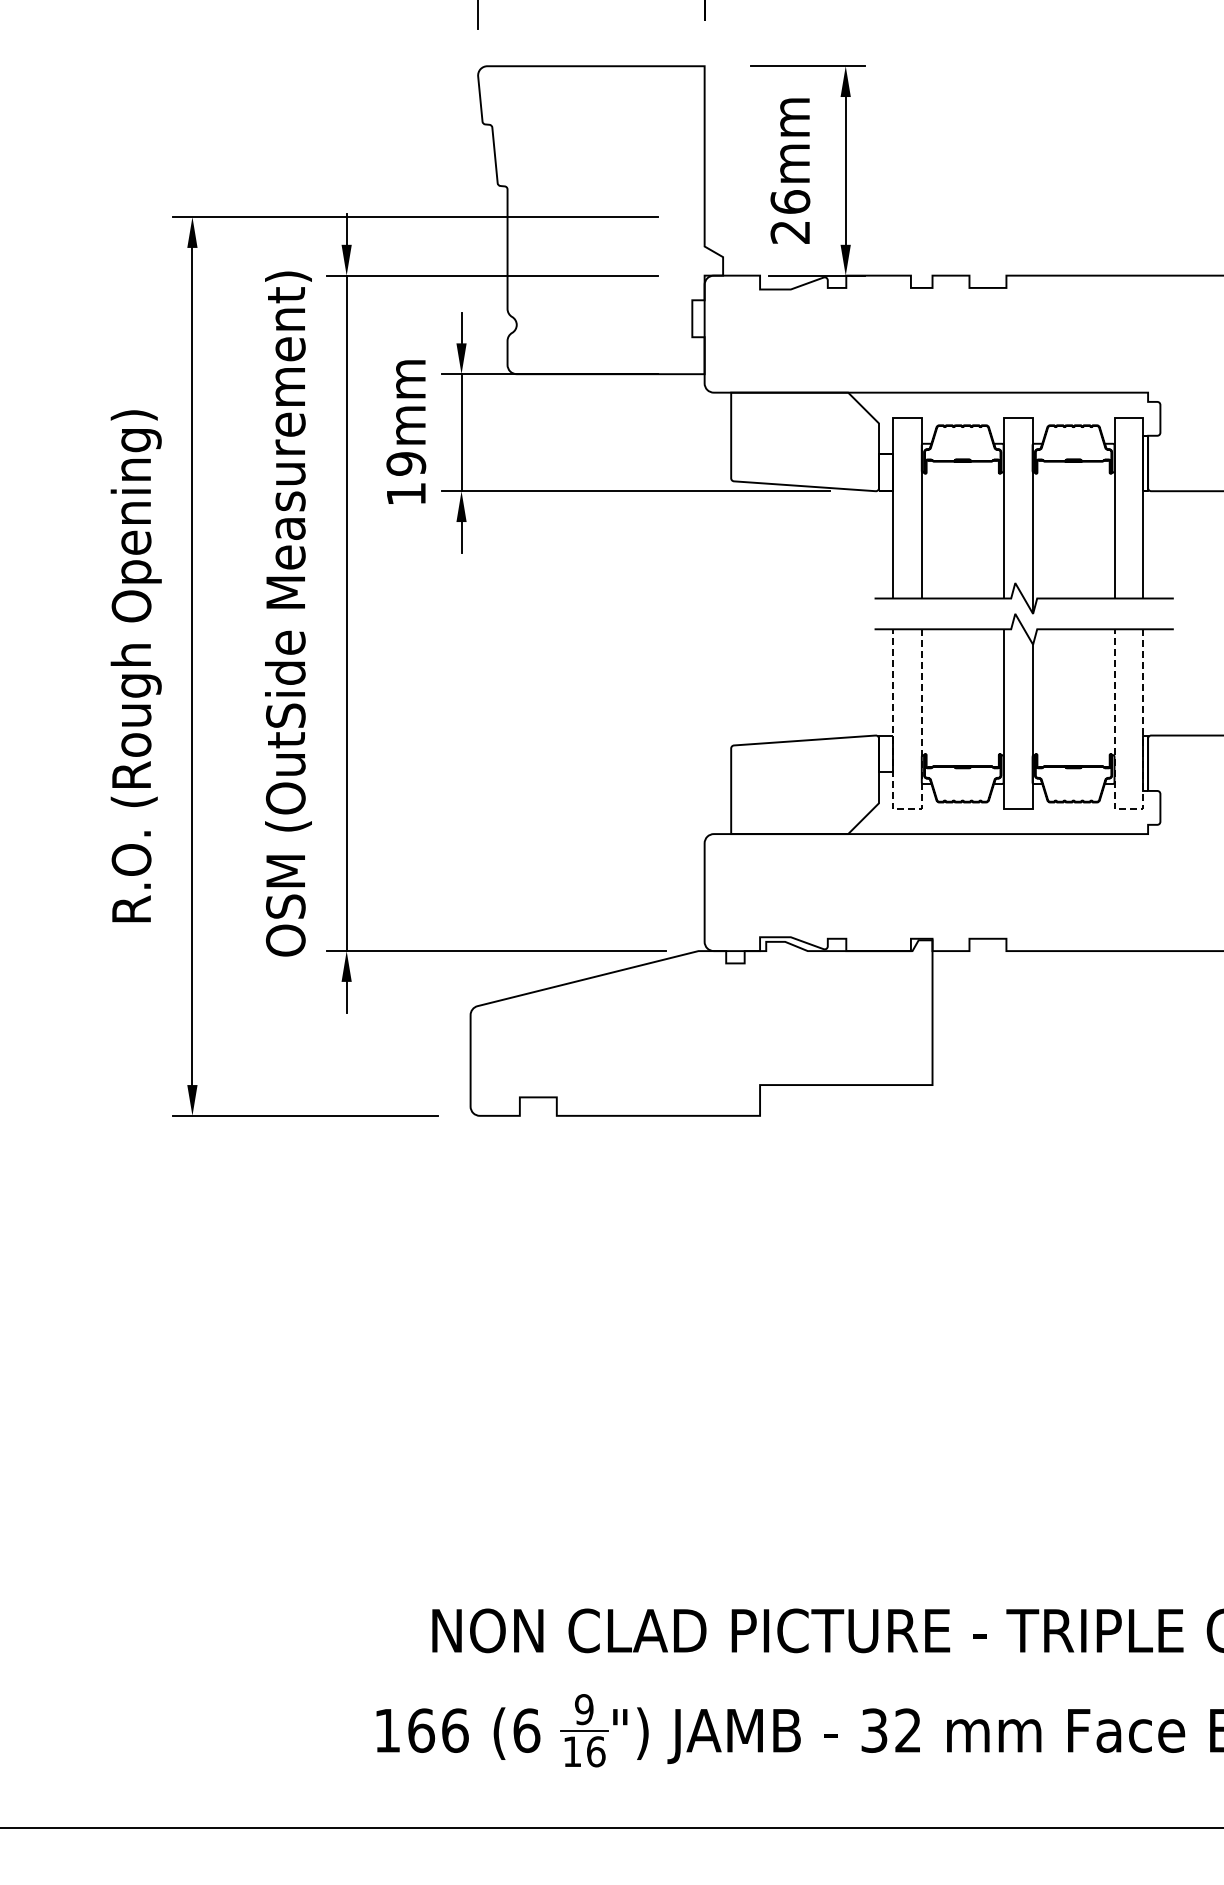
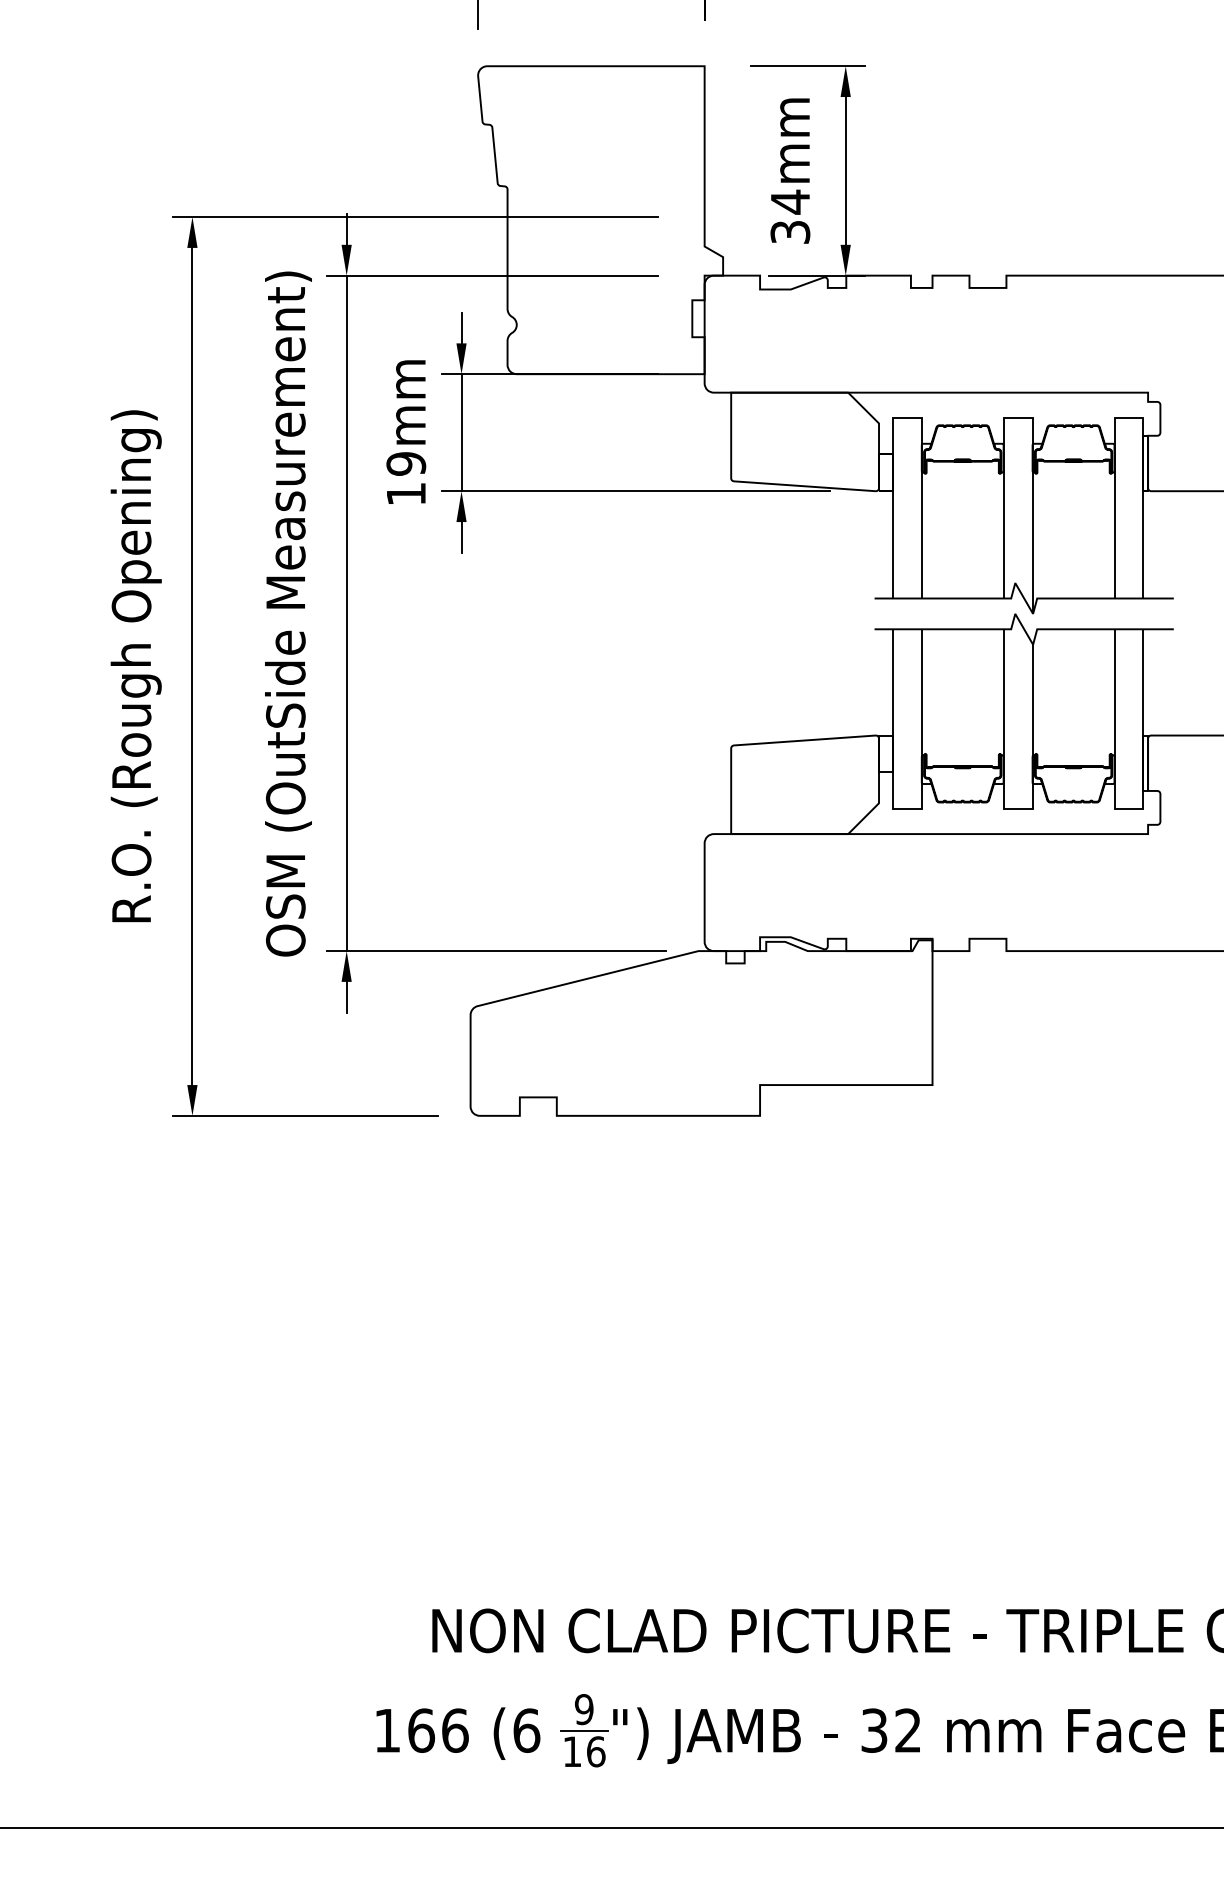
text at (790, 216): 26mm -> 34mm
line at (906, 809): dashed -> solid
line at (1128, 809): dashed -> solid
